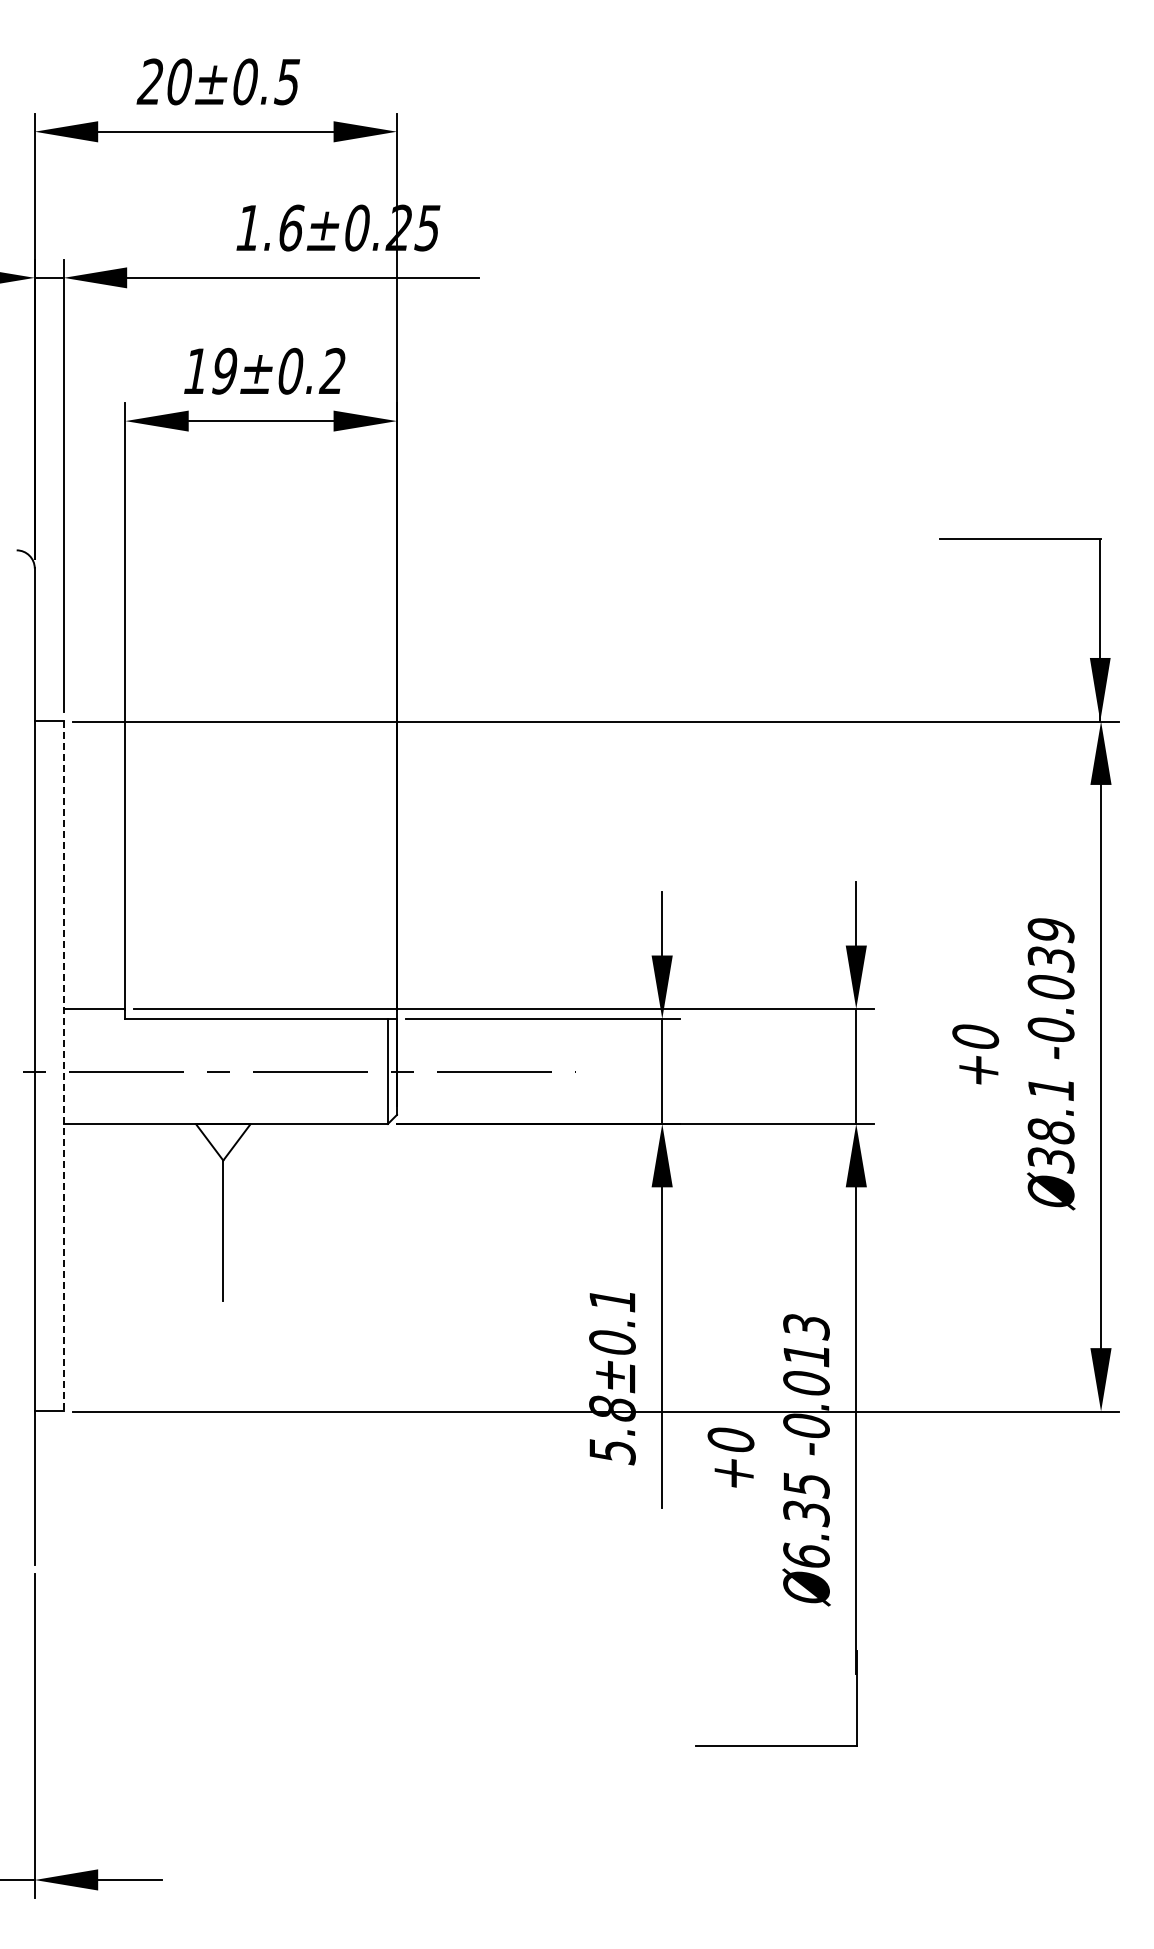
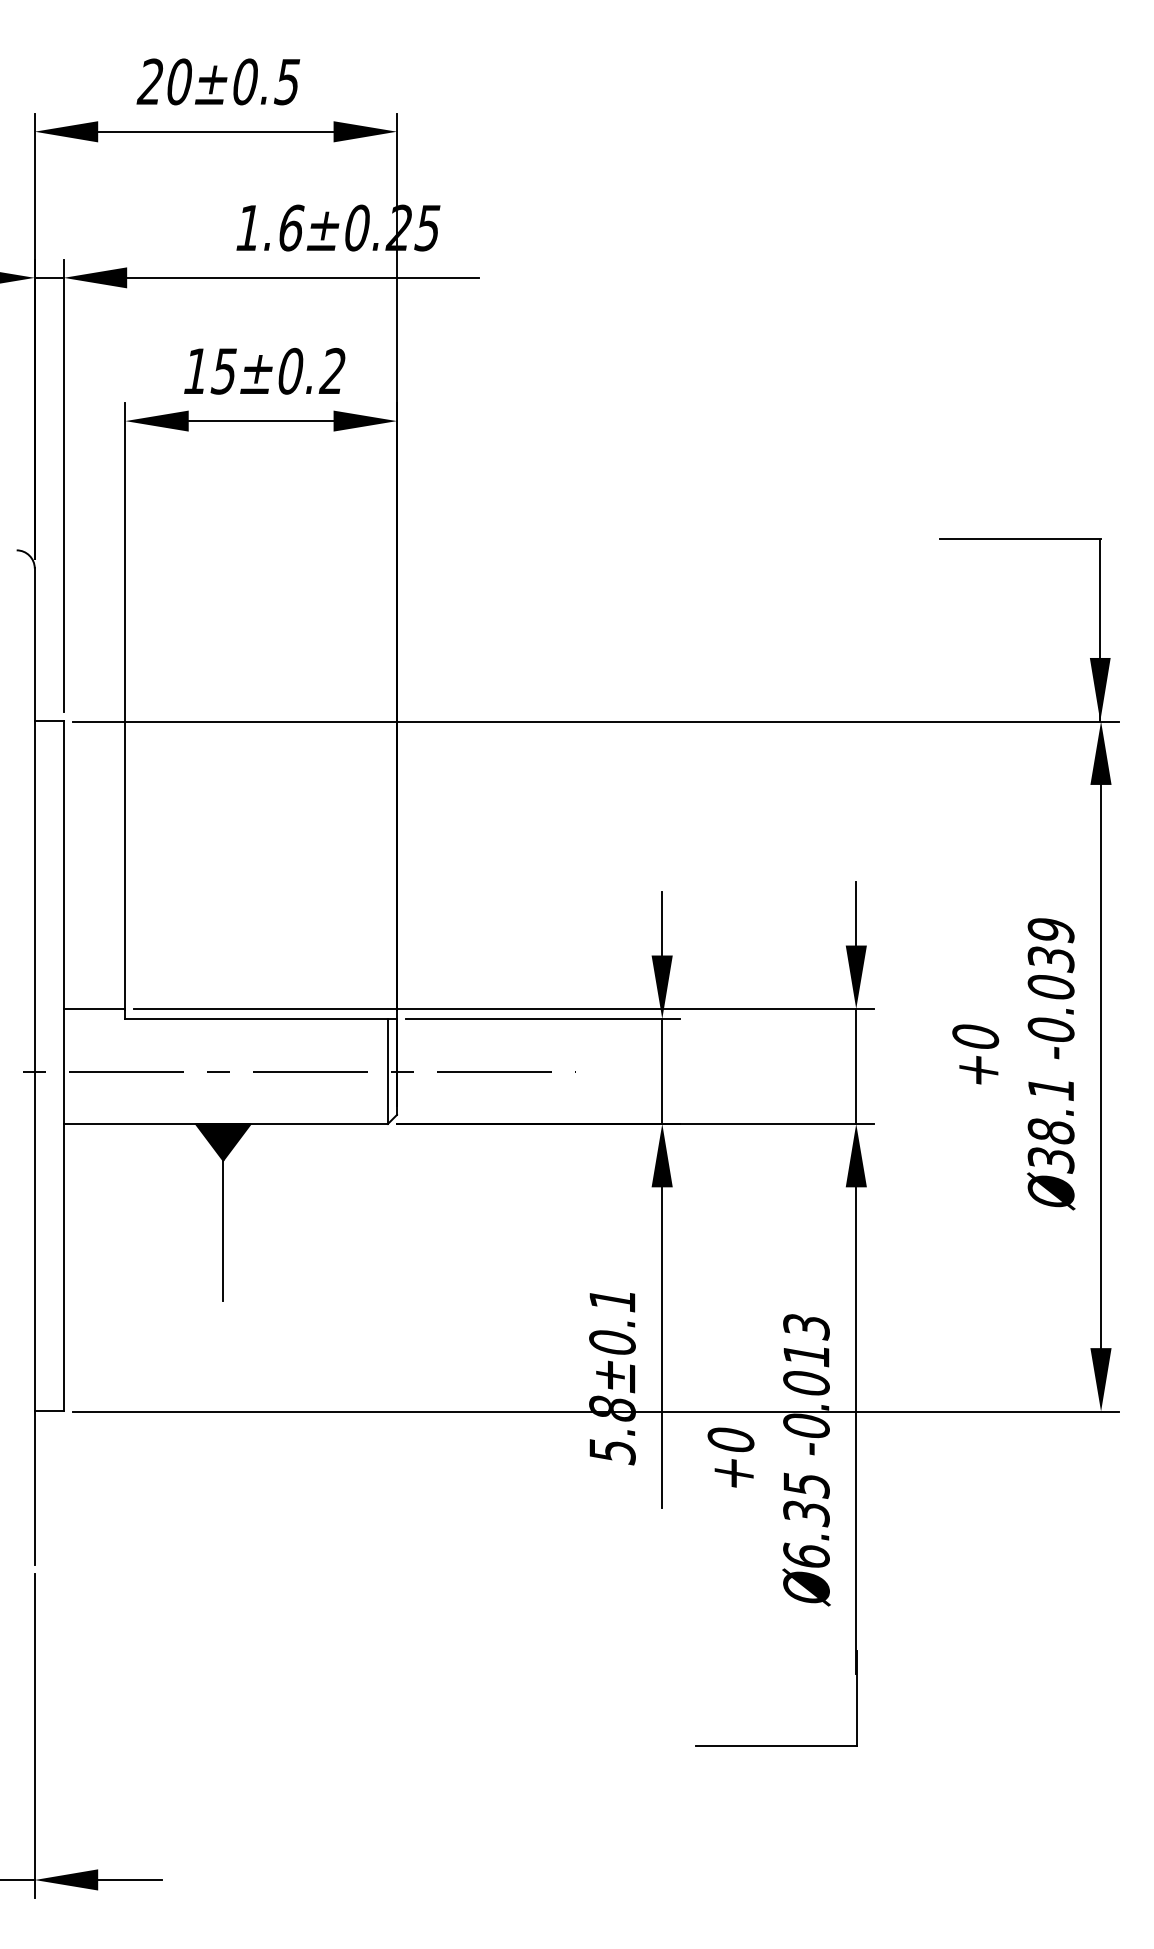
text at (223, 370): 19±0.2 -> 15±0.2
line at (63, 1066): dashed -> solid
fill at (223, 1142): none -> present
